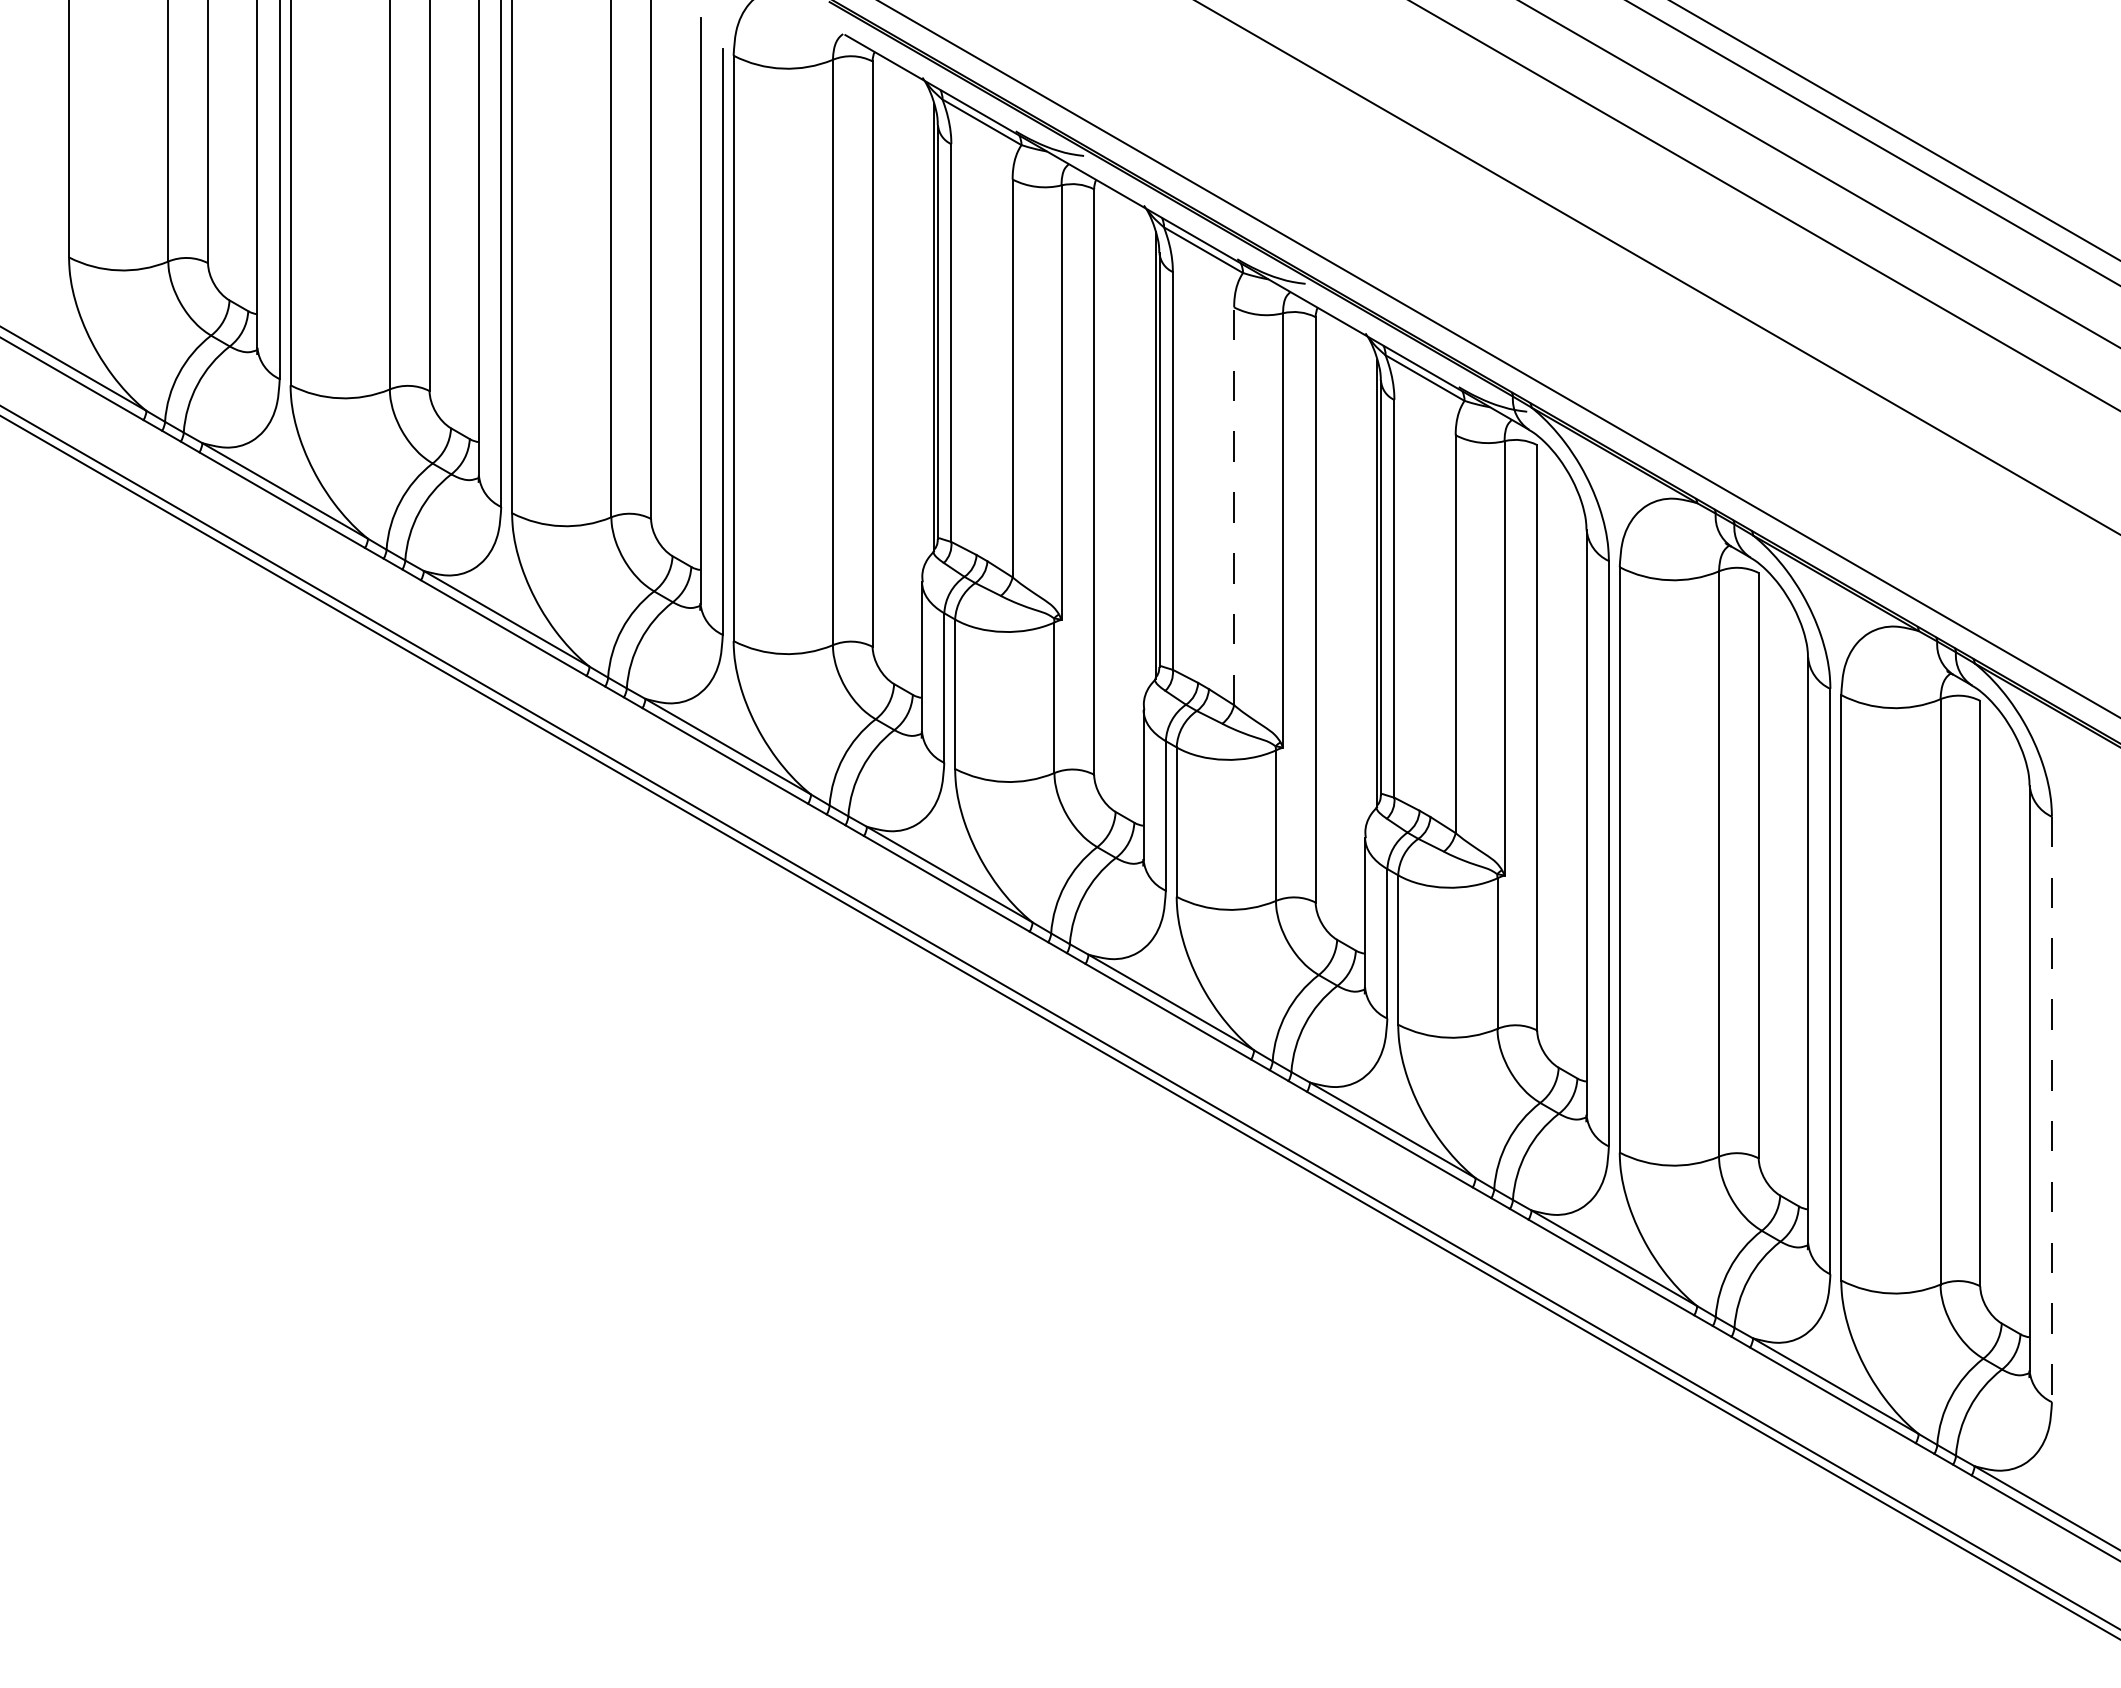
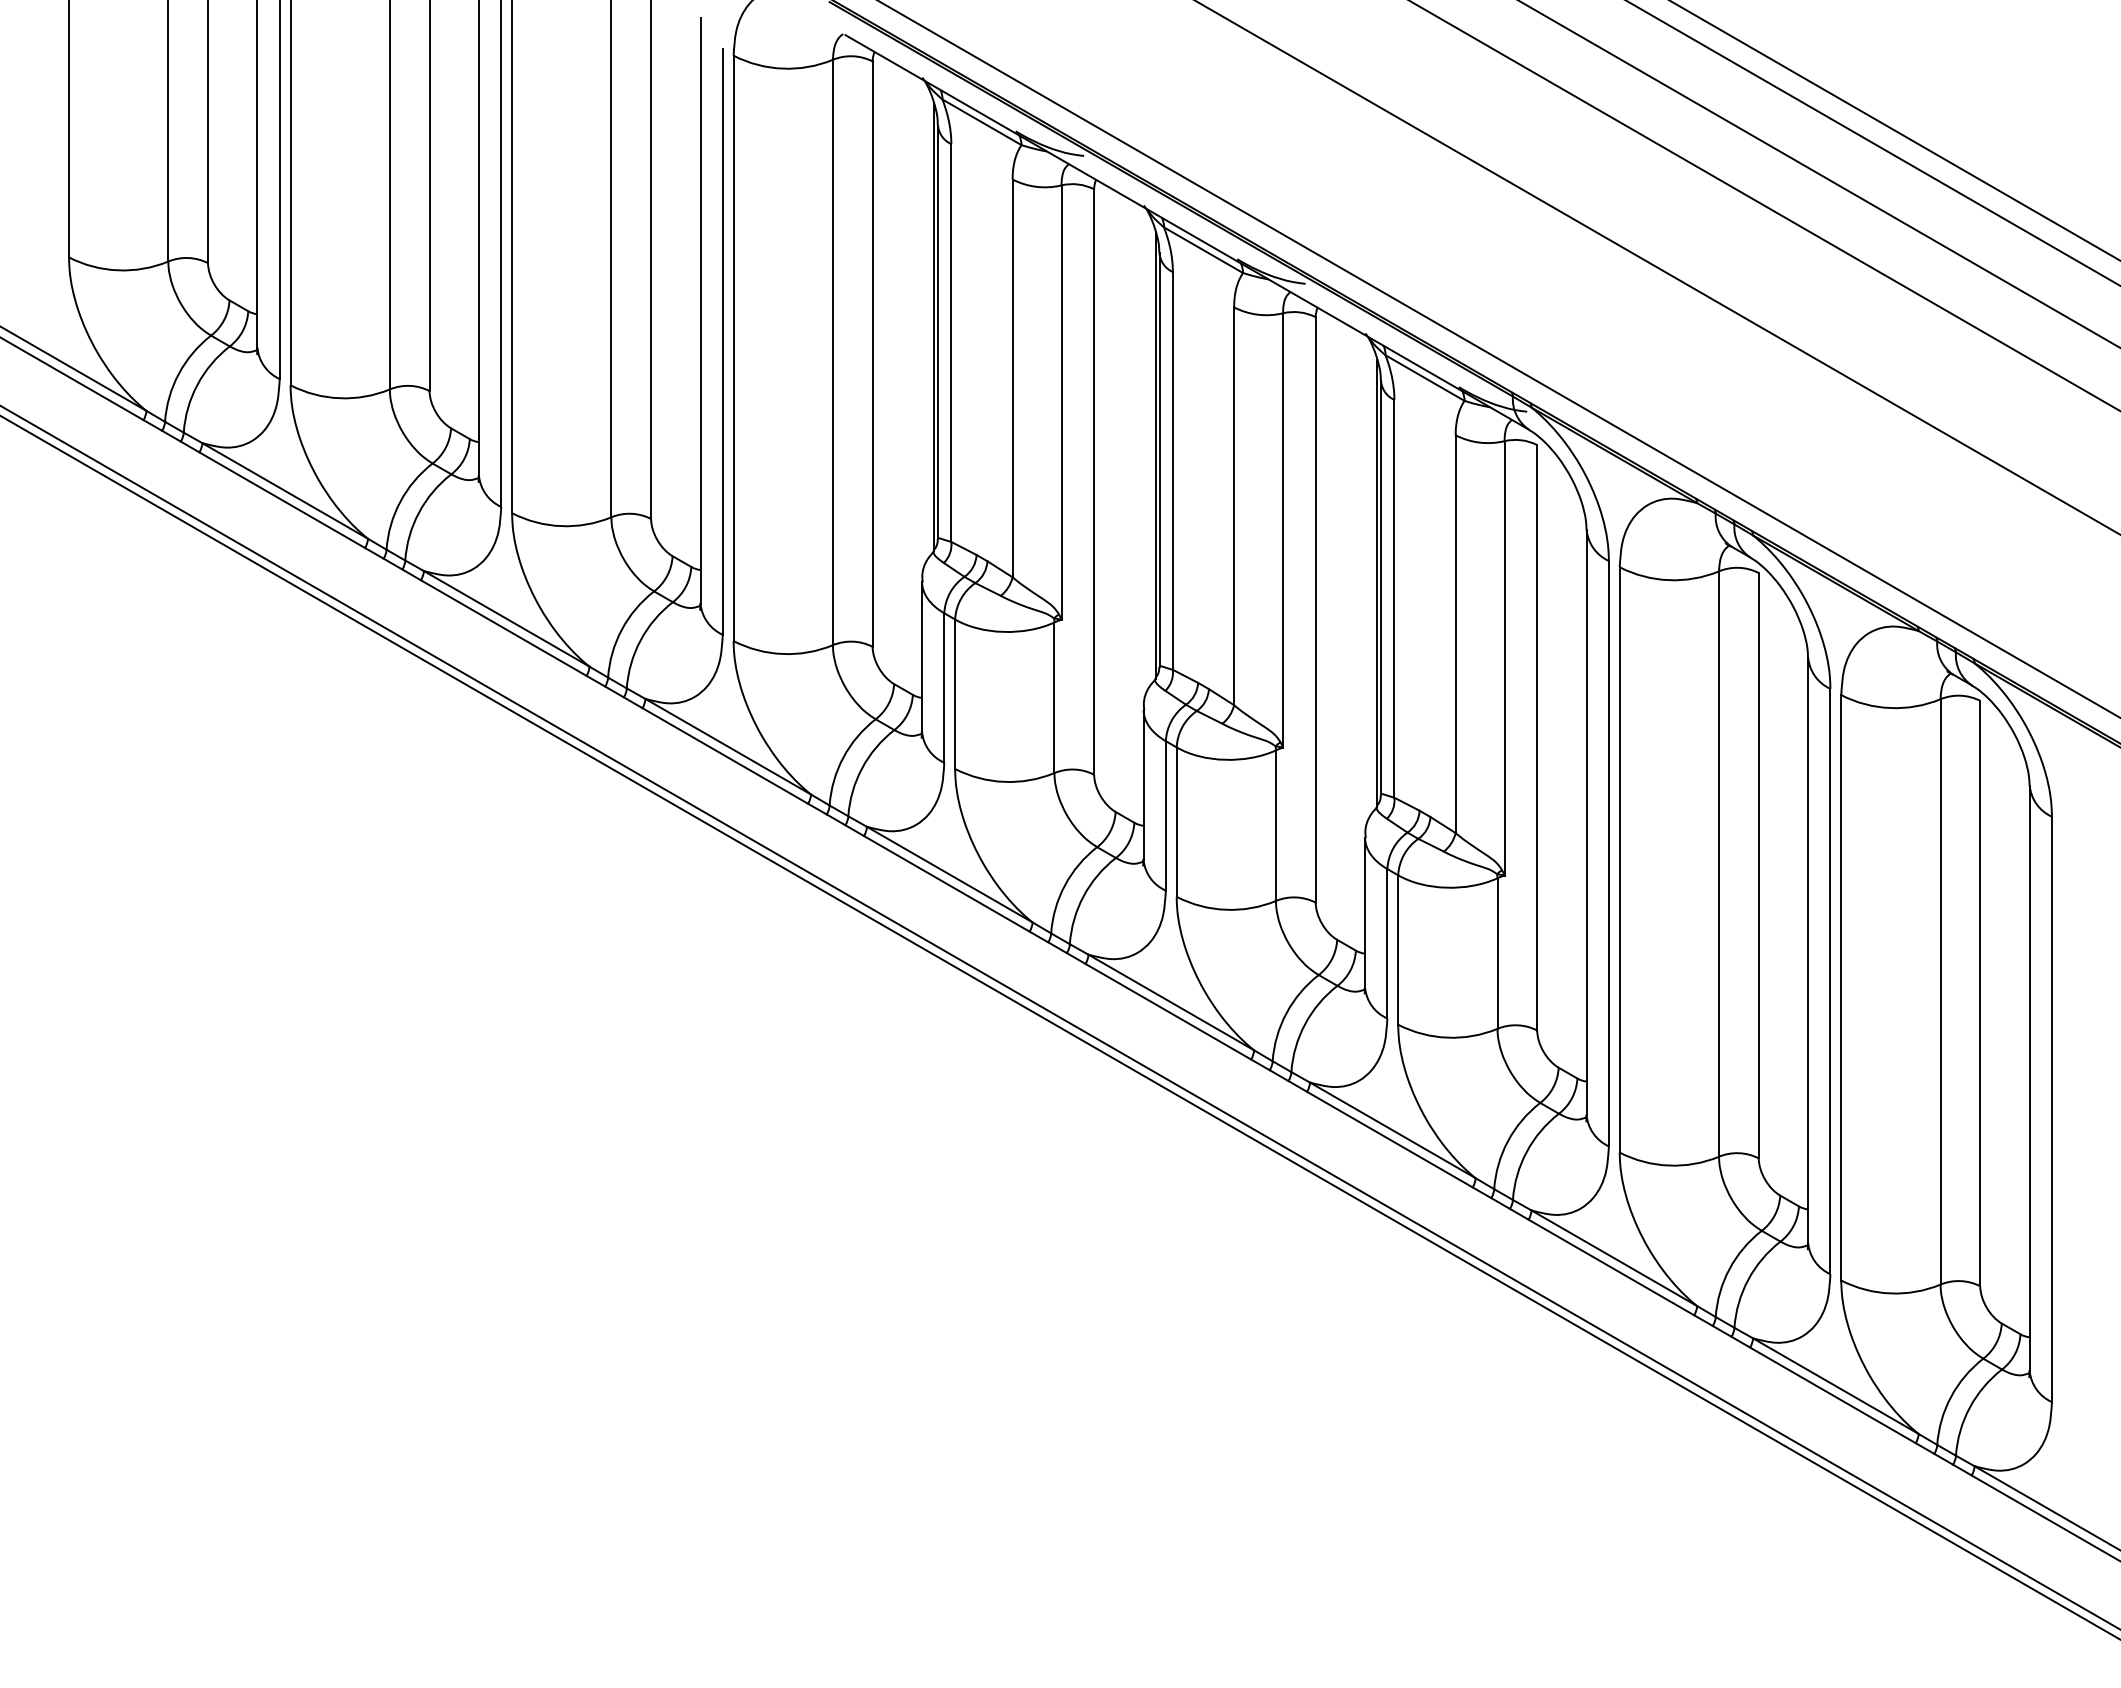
line at (1234, 506): dashed -> solid
line at (2051, 1109): dashed -> solid
